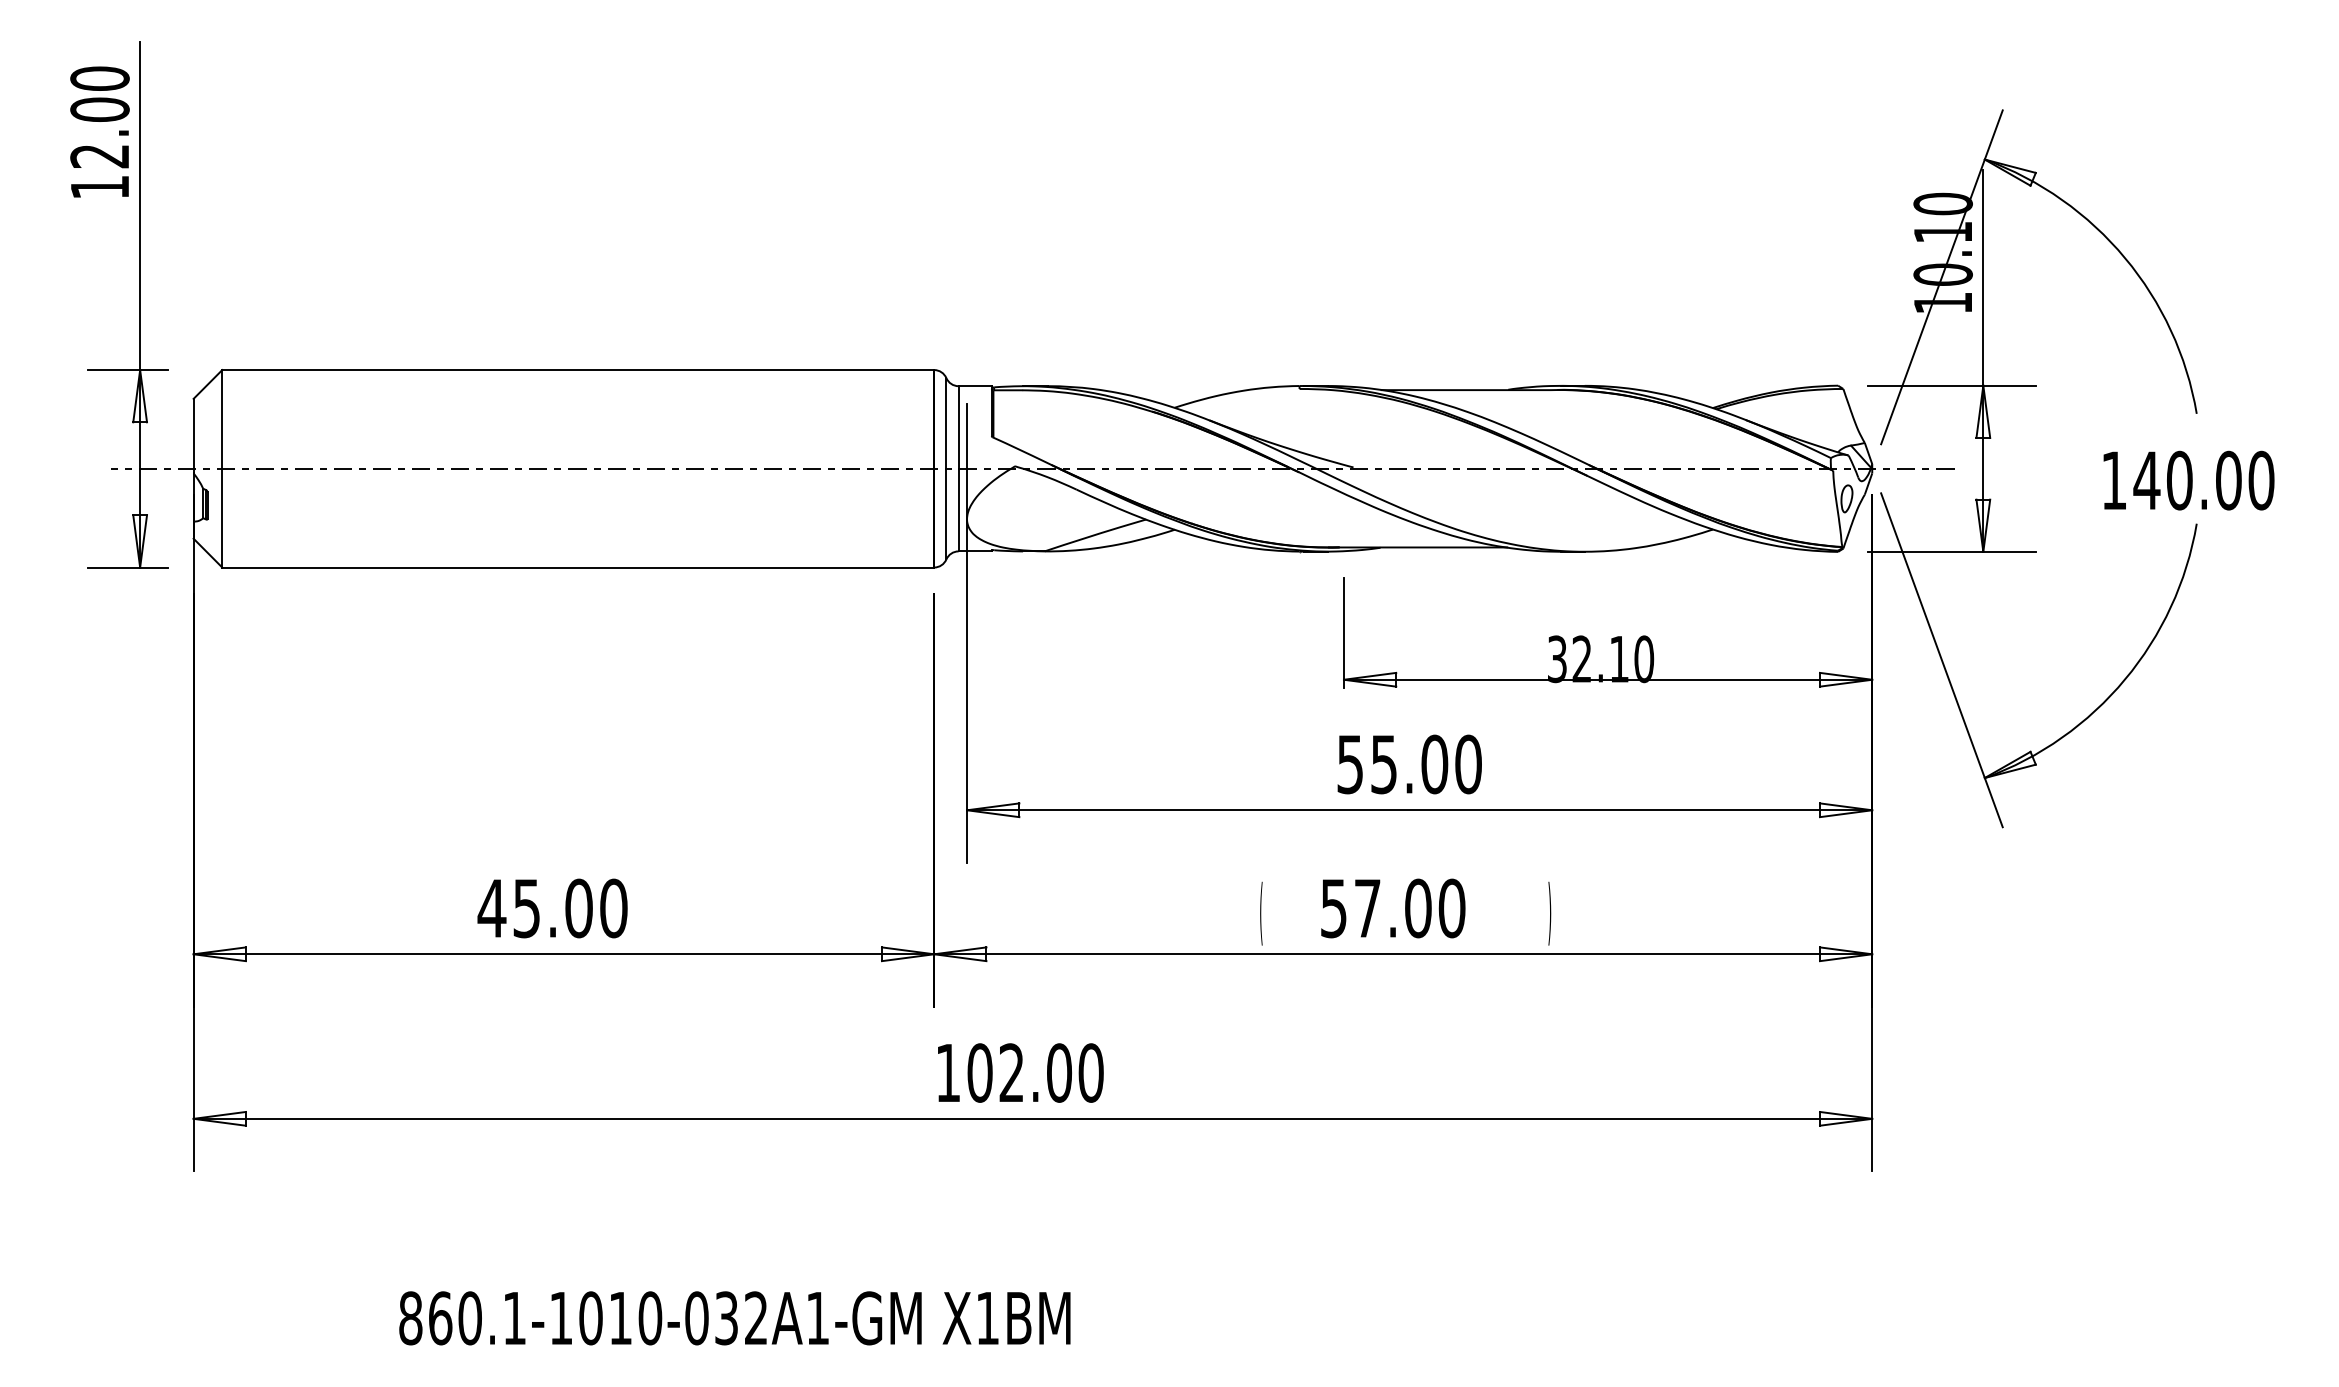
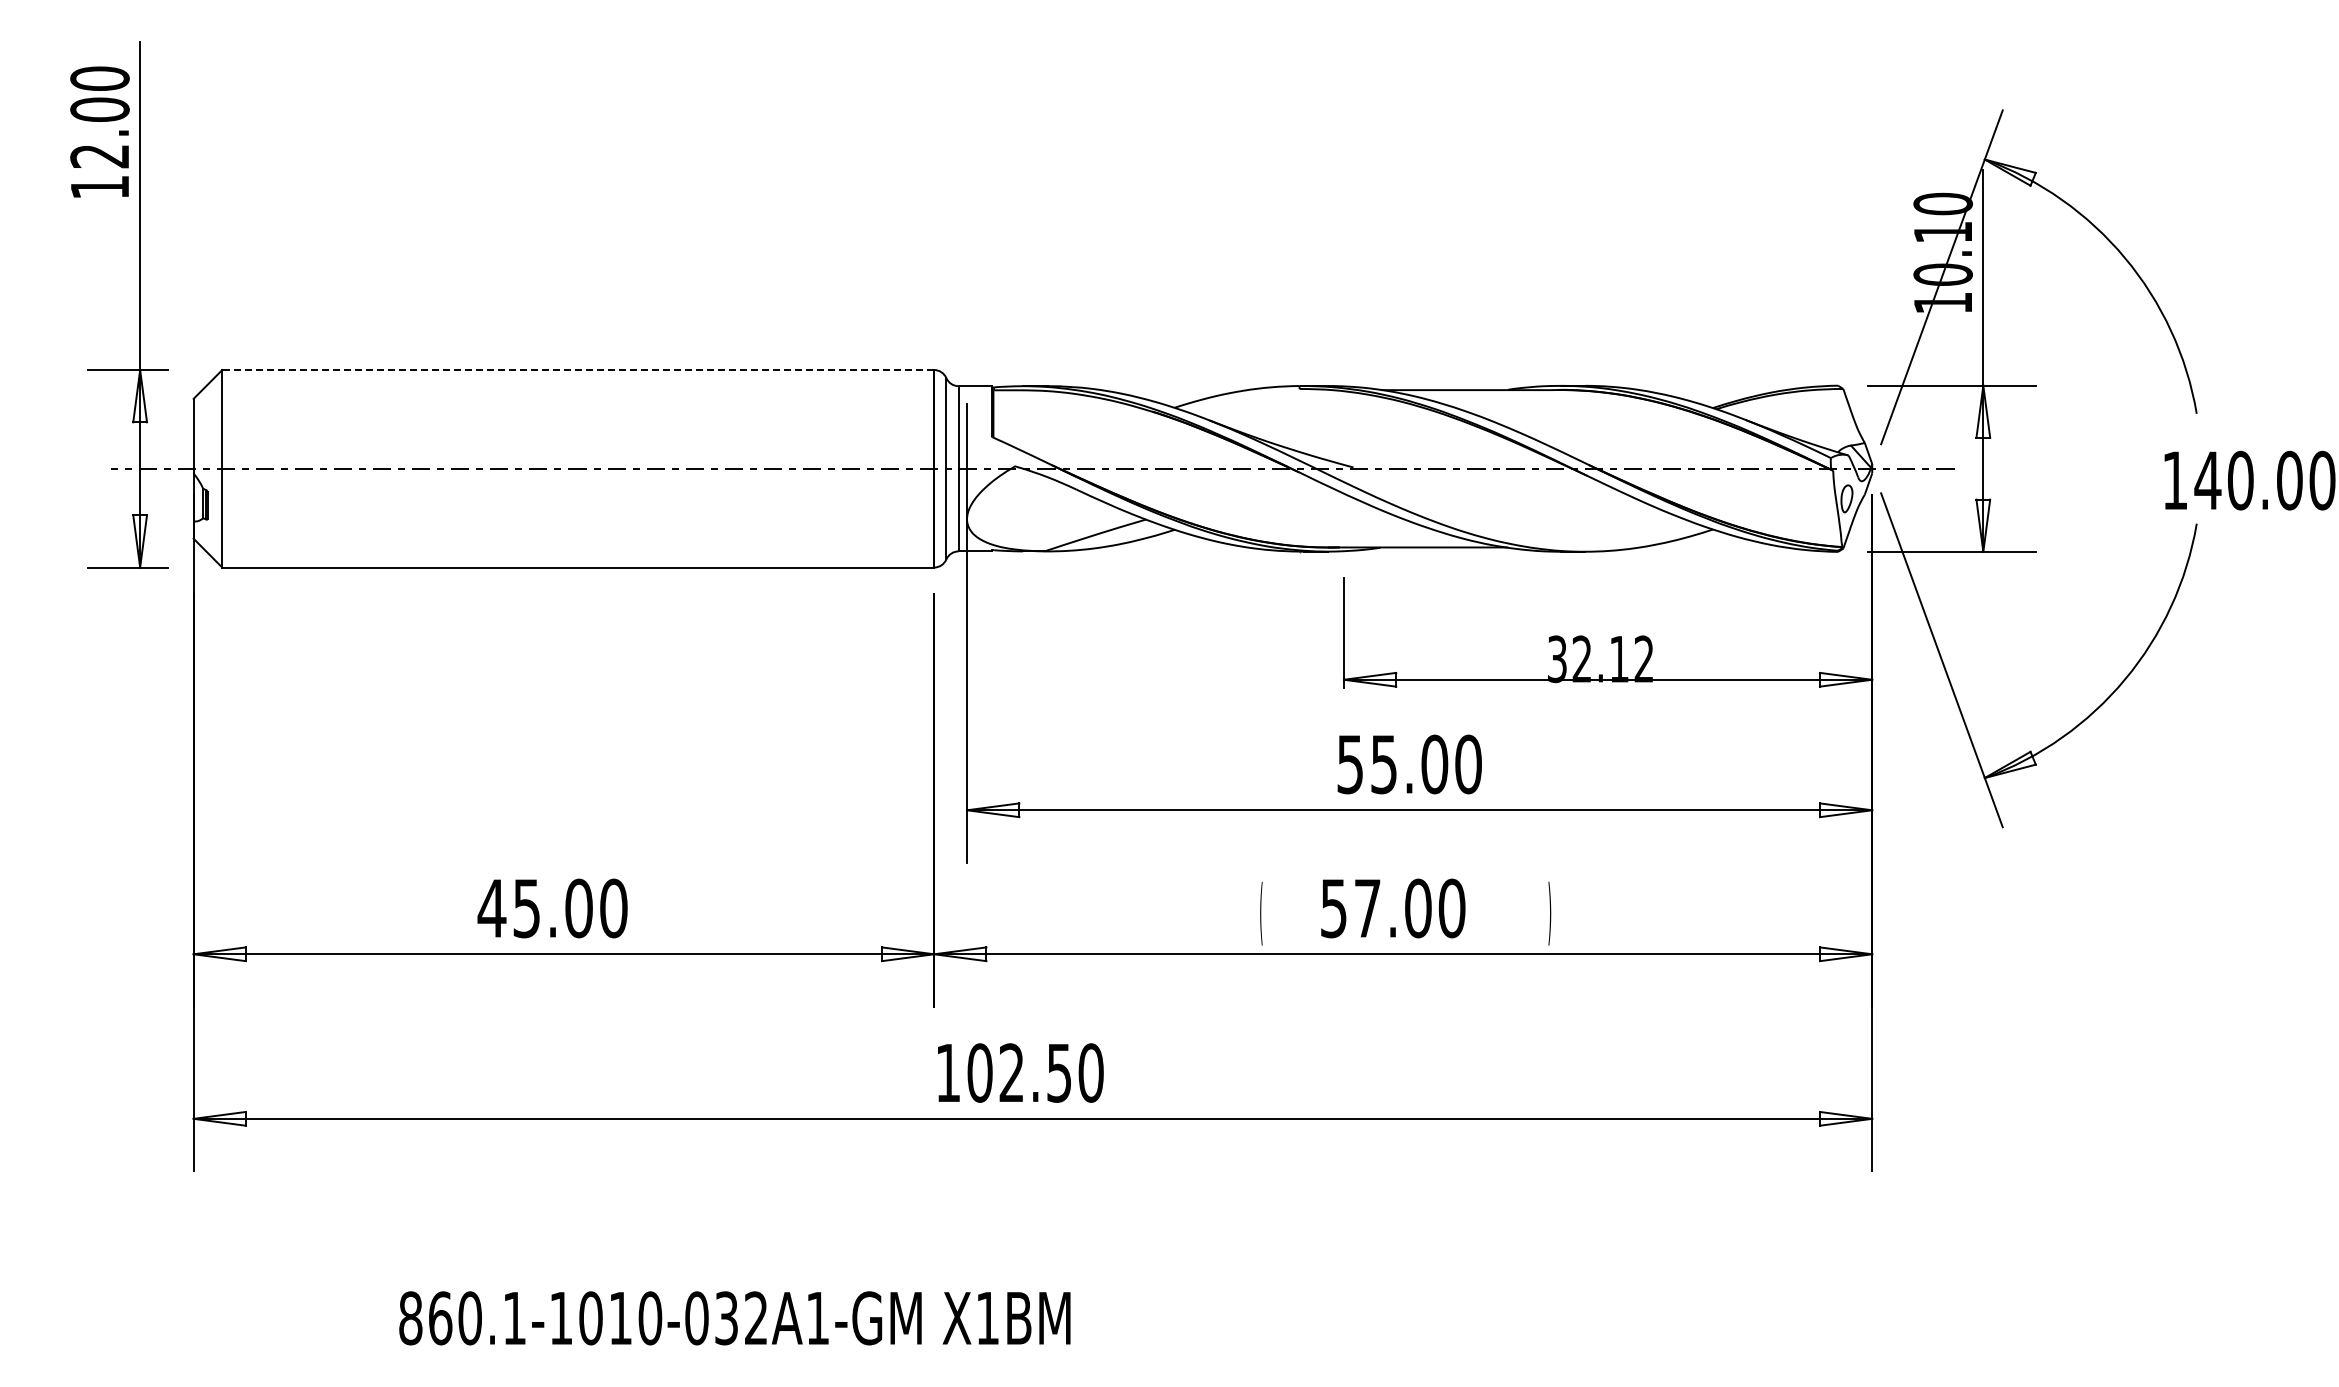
line at (578, 370): solid -> dashed
text at (2188, 480) position: (2188, 480) -> (2249, 480)
text at (1644, 659): 32.10 -> 32.12
text at (1059, 1072): 102.00 -> 102.50
